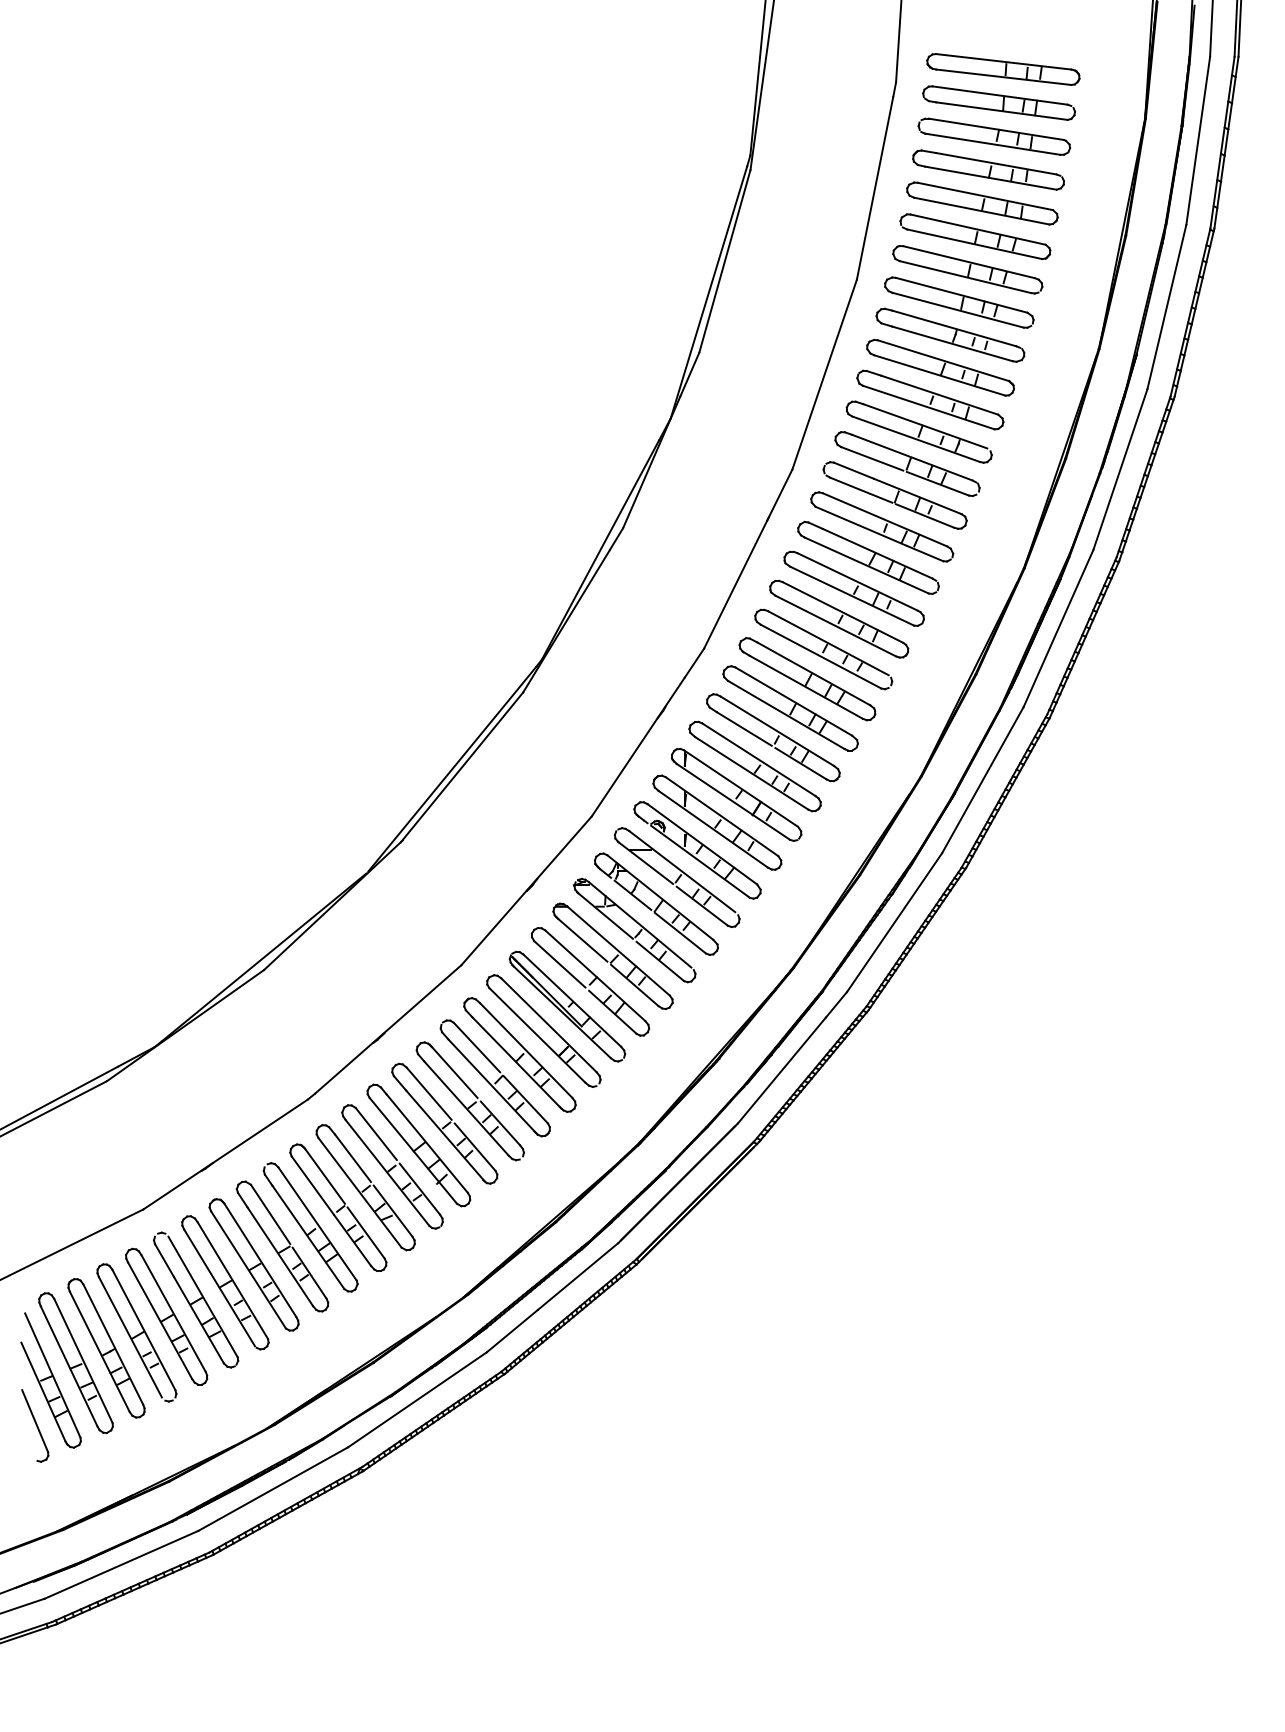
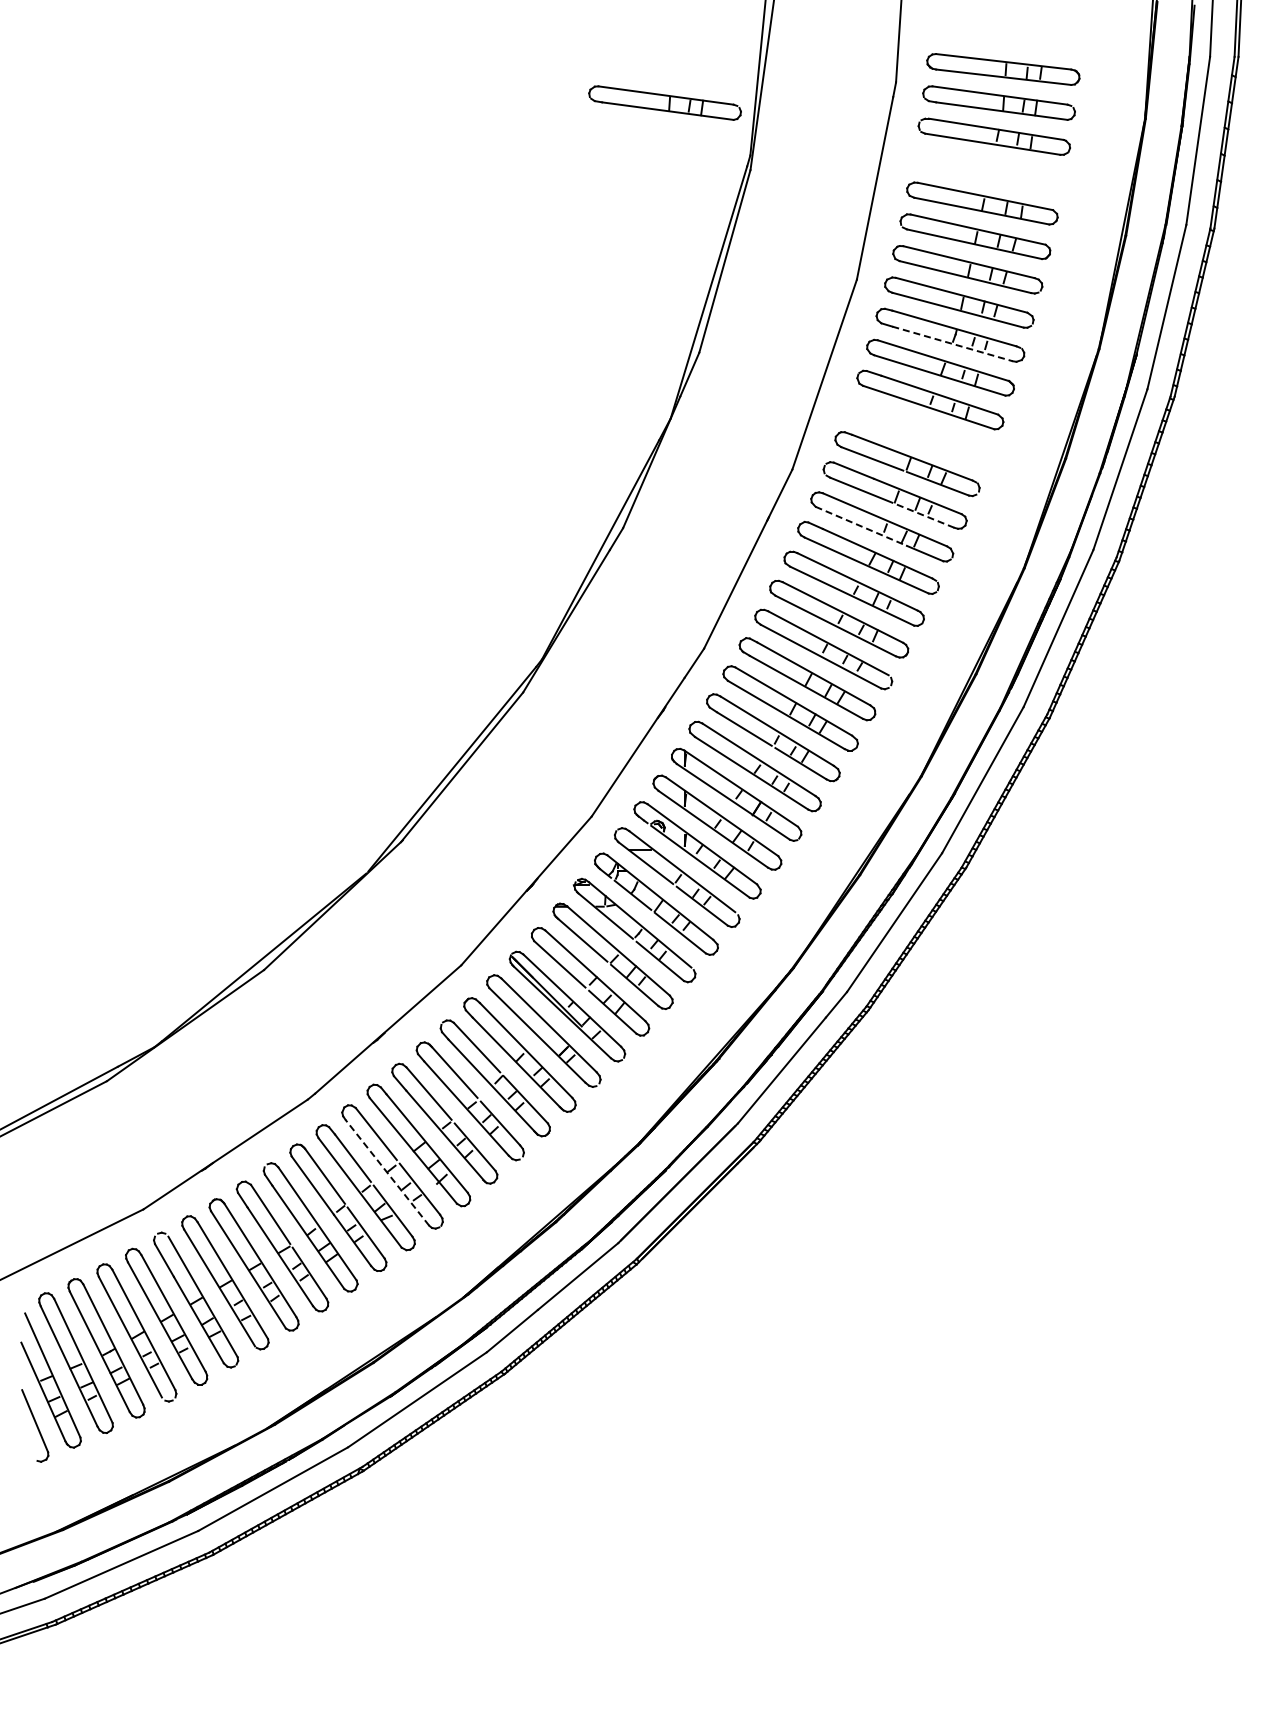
part at (664, 102): none -> present
part at (988, 169): present -> none
line at (952, 343): solid -> dashed
part at (918, 431): present -> none
line at (925, 516): solid -> dashed
line at (861, 526): solid -> dashed
line at (387, 1172): solid -> dashed
